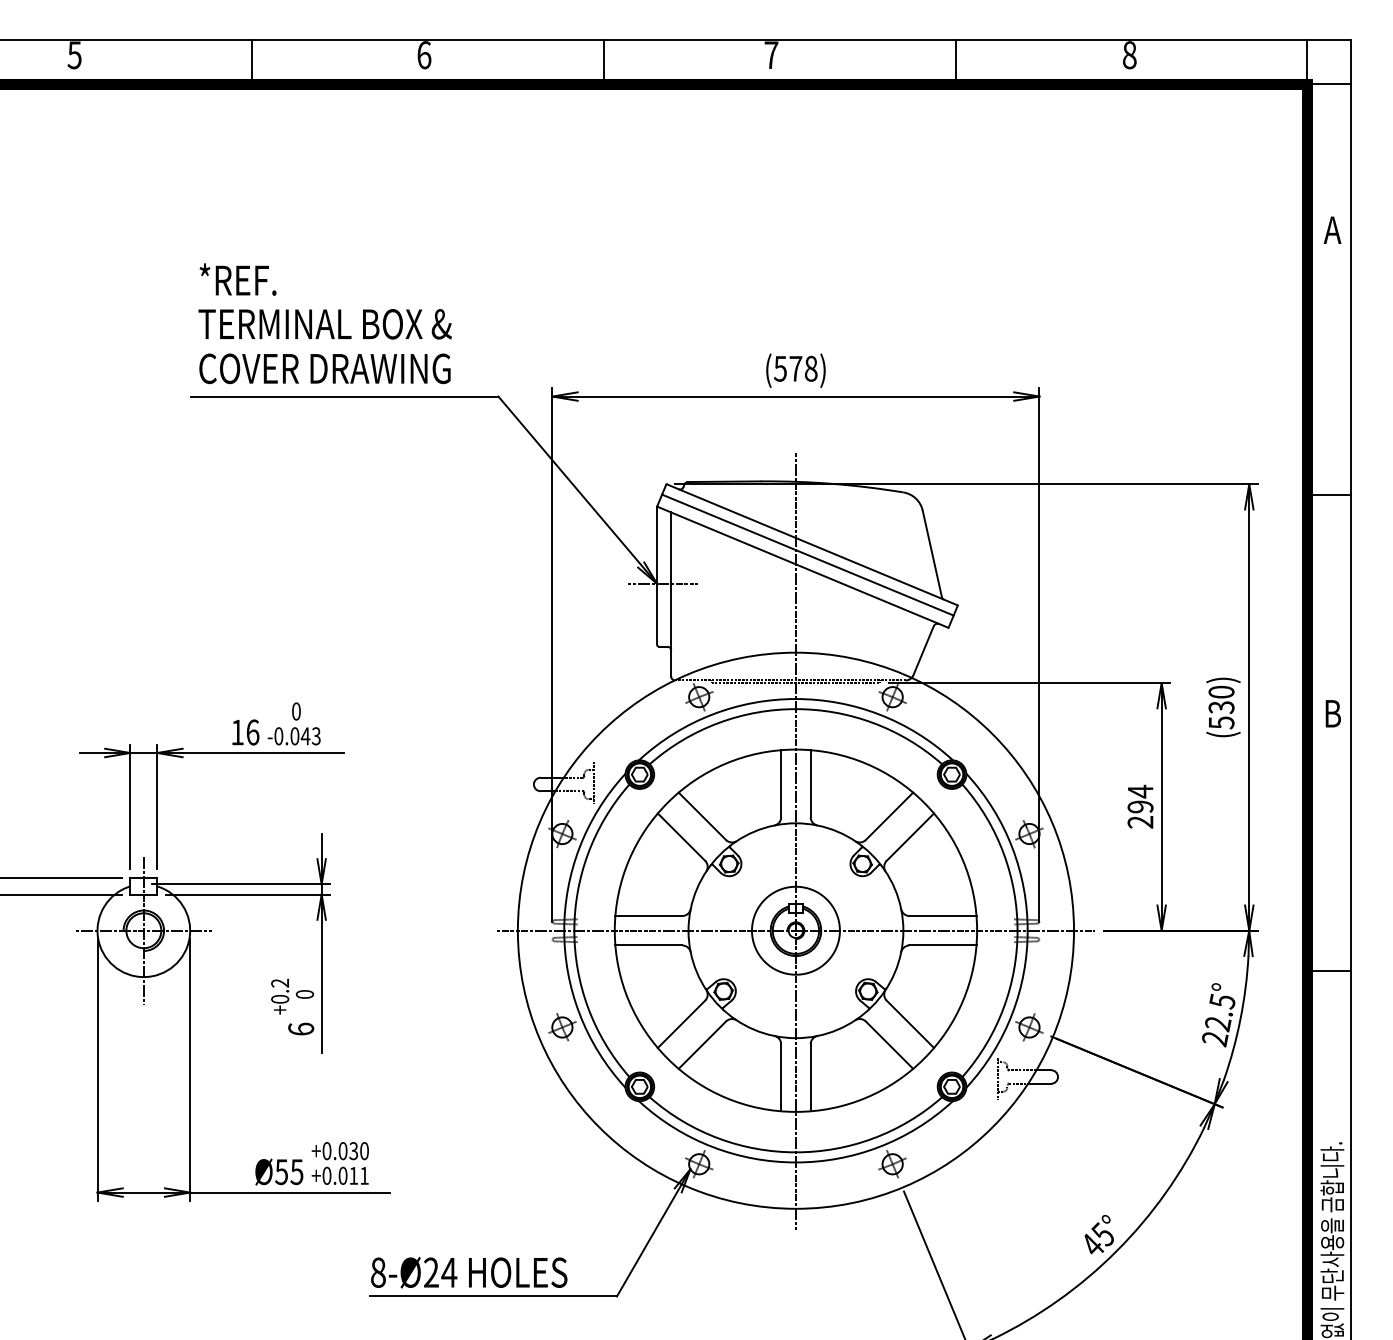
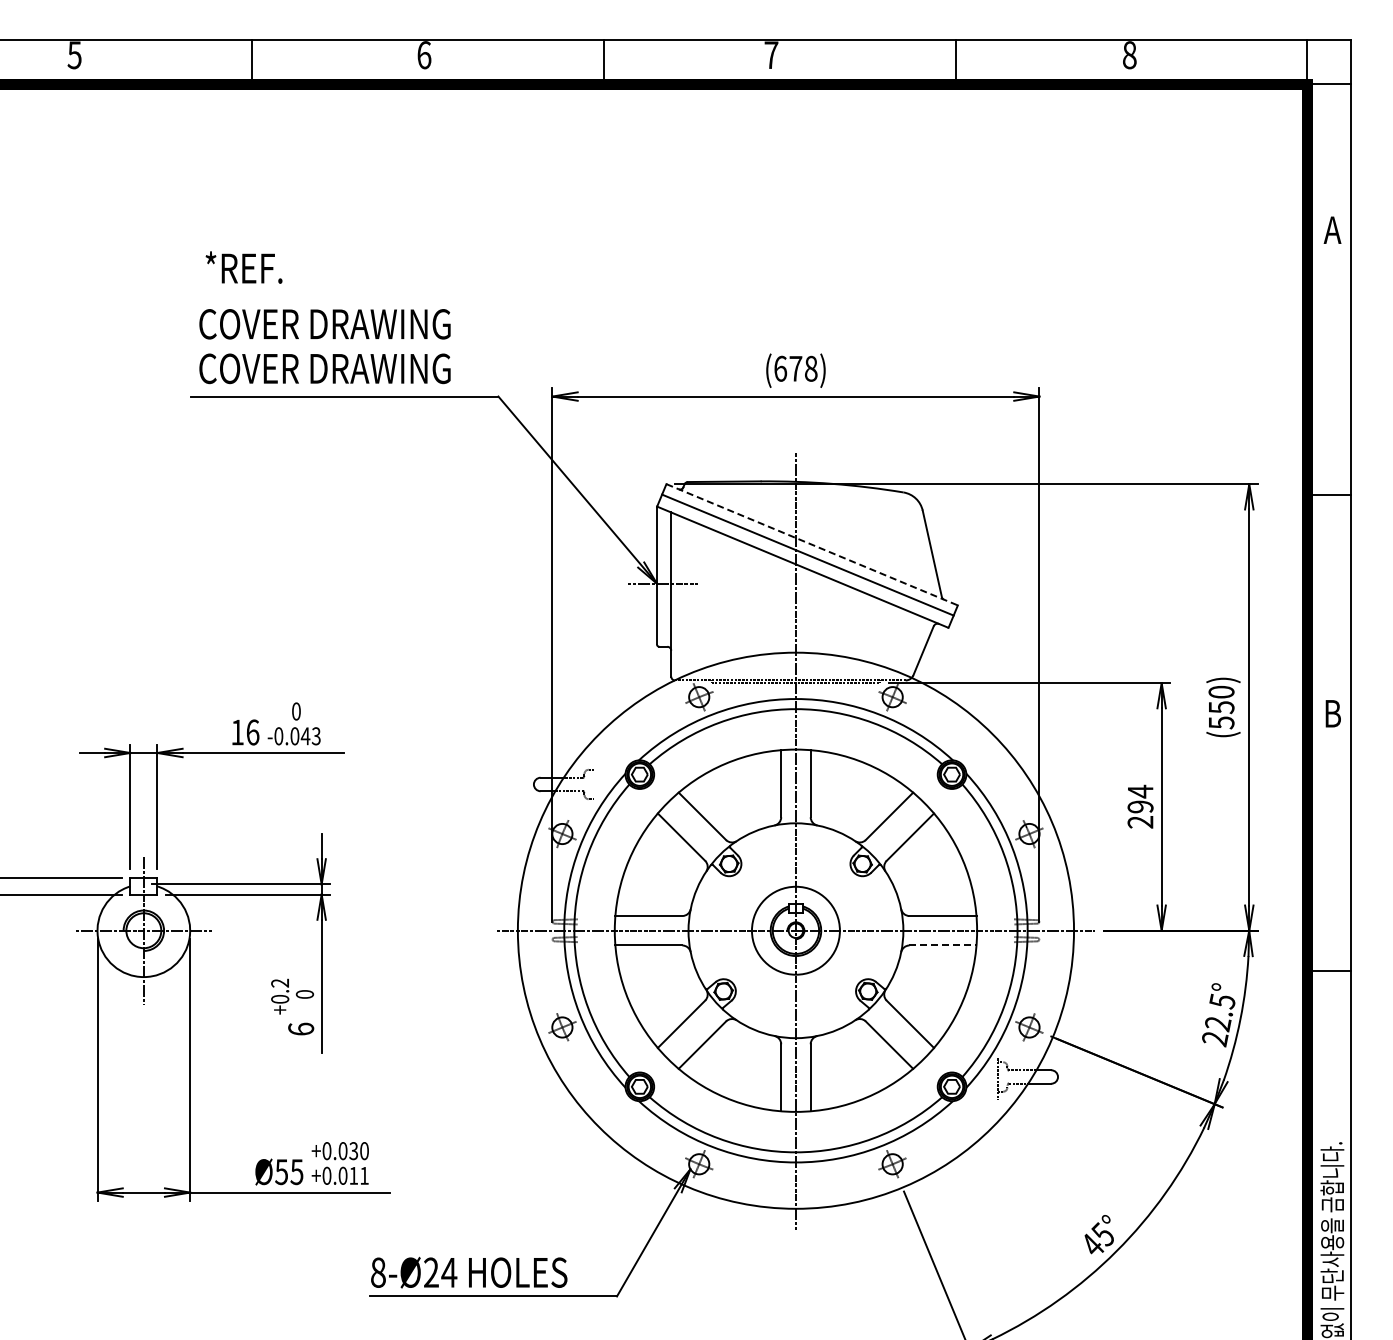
text at (237, 279) position: (237, 279) -> (243, 267)
text at (324, 324): TERMINAL BOX & -> COVER DRAWING
text at (780, 368): (578) -> (678)
line at (812, 544): solid -> dashed
text at (1220, 707): (530) -> (550)
line at (593, 782): present -> none
line at (942, 945): solid -> dashed
